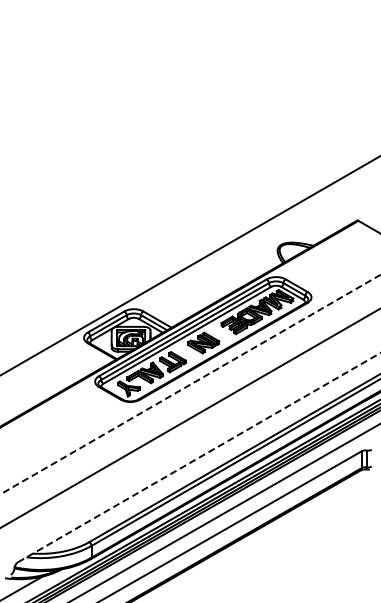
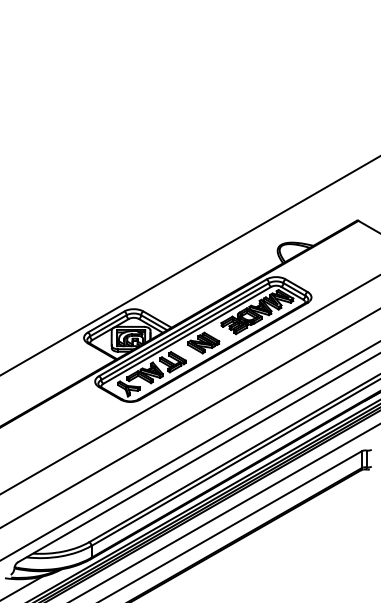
line at (190, 384): dashed -> solid
line at (189, 450): none -> present
line at (199, 457): dashed -> solid
